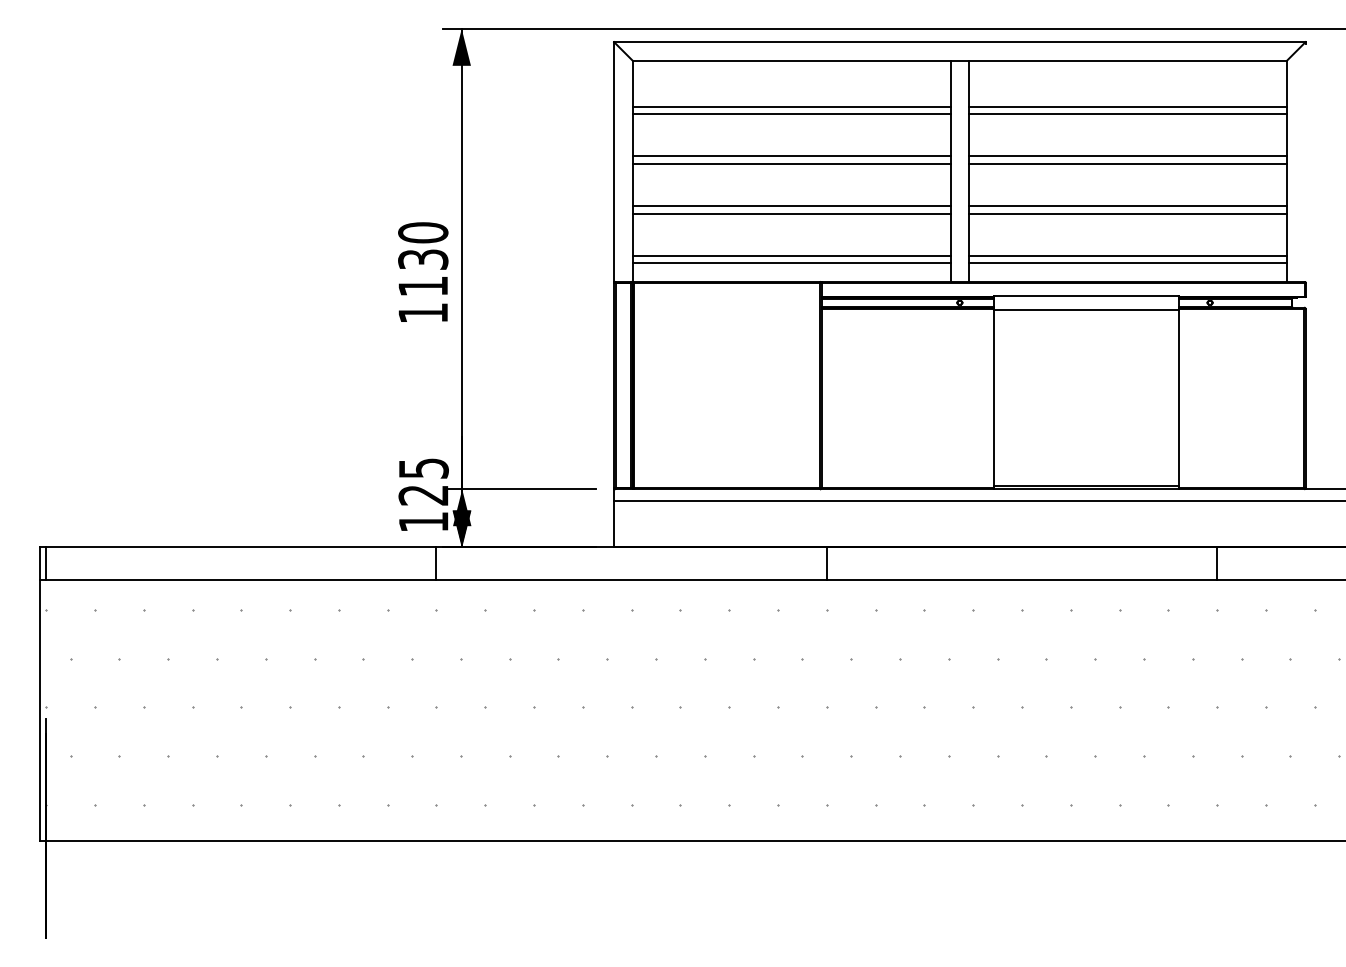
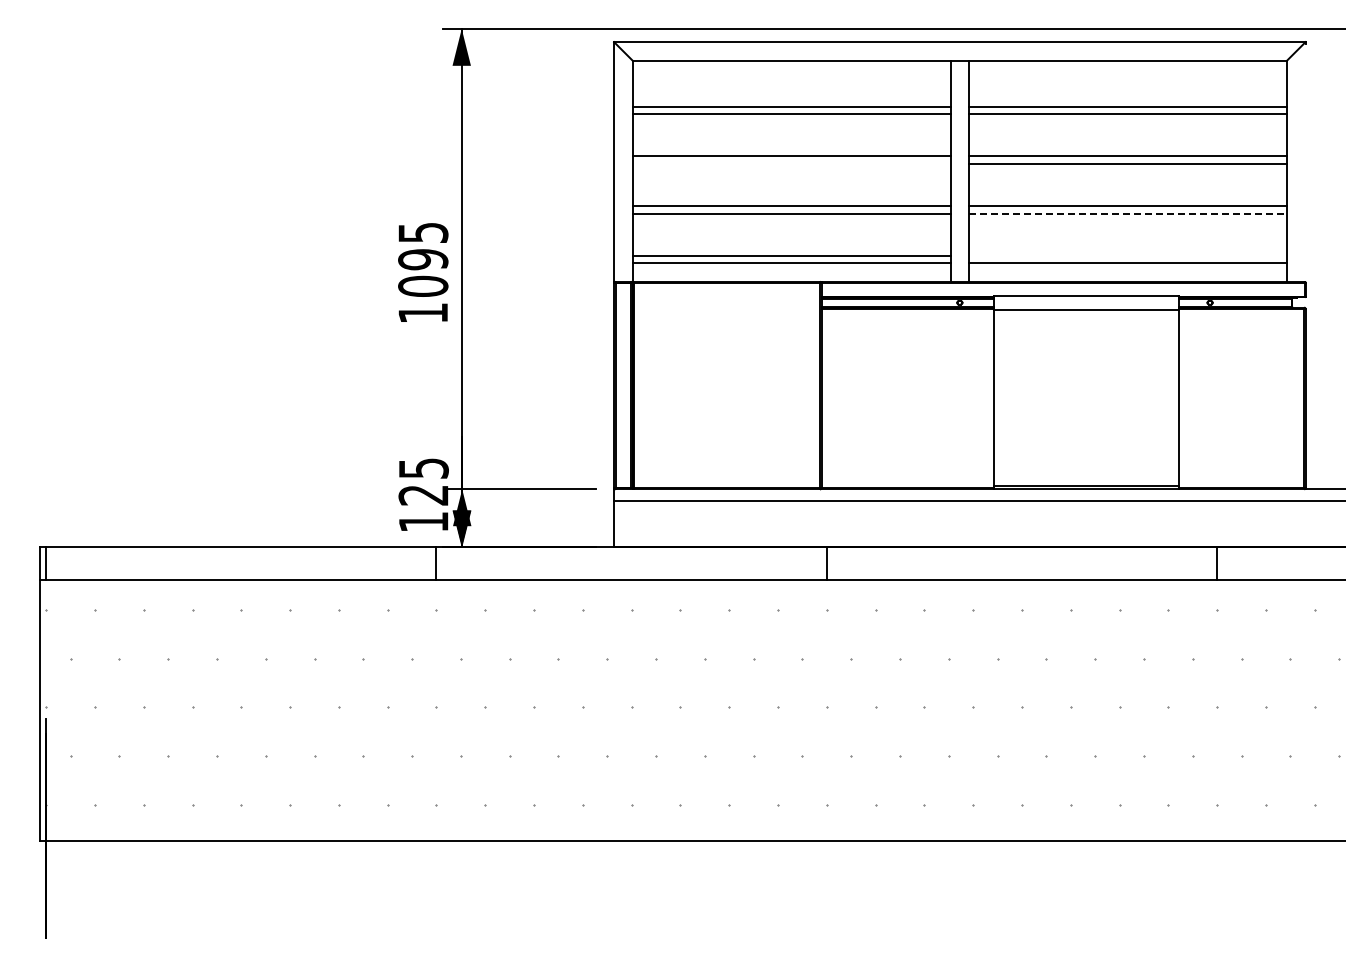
line at (791, 163): present -> none
line at (1128, 213): solid -> dashed
line at (1128, 256): present -> none
text at (423, 259): 1130 -> 1095
